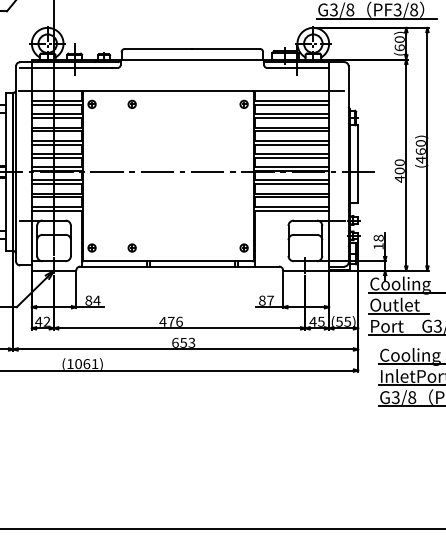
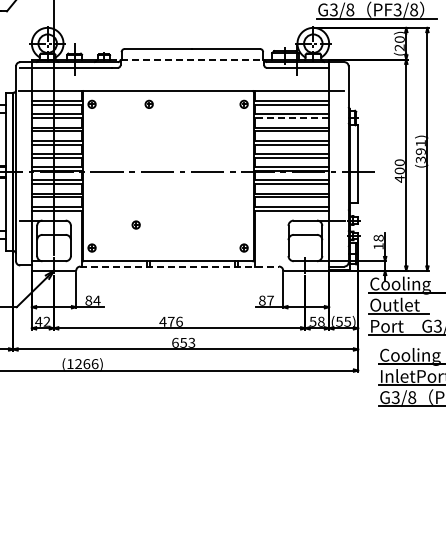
text at (399, 47): (60) -> (20)
line at (191, 59): solid -> dashed
part at (131, 103) position: (131, 103) -> (148, 103)
line at (291, 118): solid -> dashed
text at (420, 151): (460) -> (391)
part at (131, 247) position: (131, 247) -> (135, 224)
line at (180, 266): solid -> dashed
text at (316, 321): 45 -> 58
text at (86, 364): (1061) -> (1266)
line at (222, 528): present -> none
